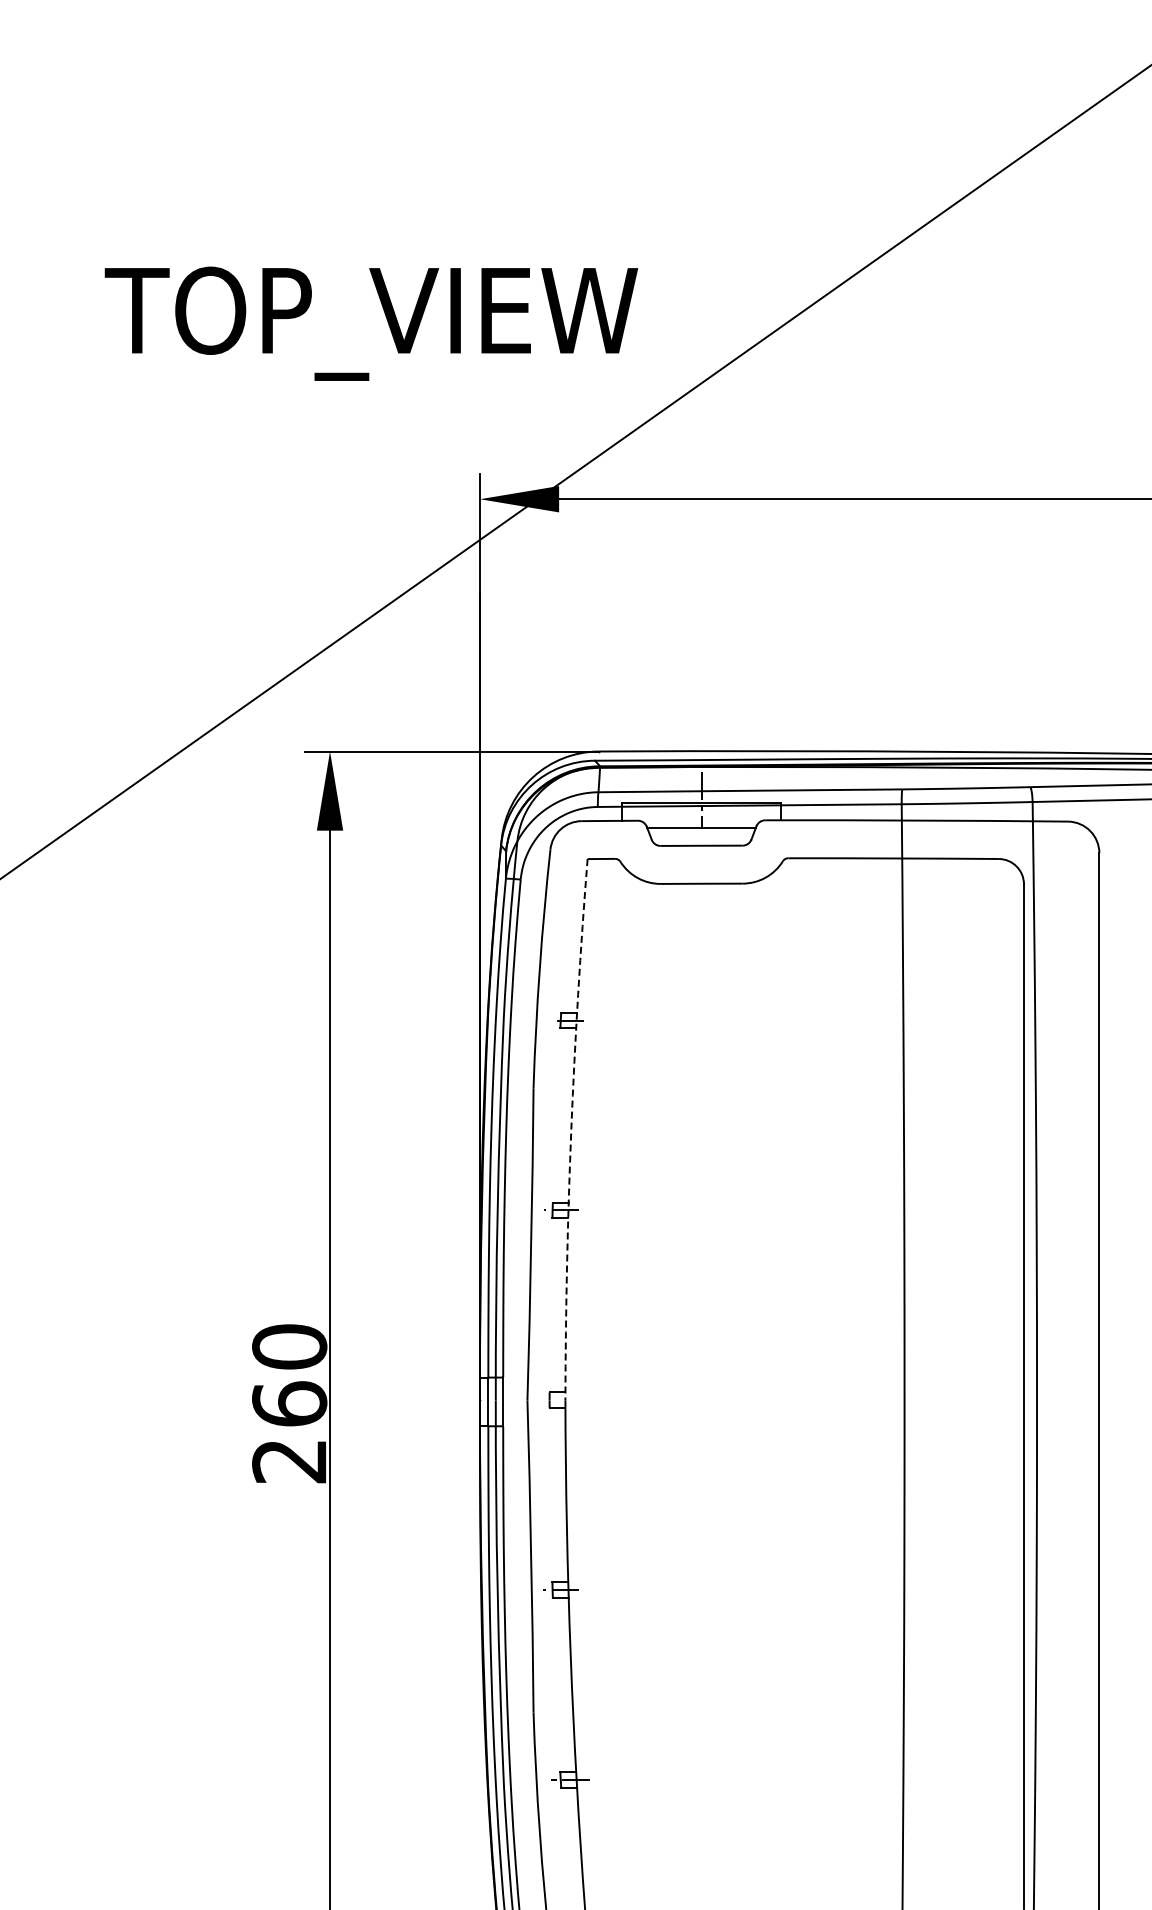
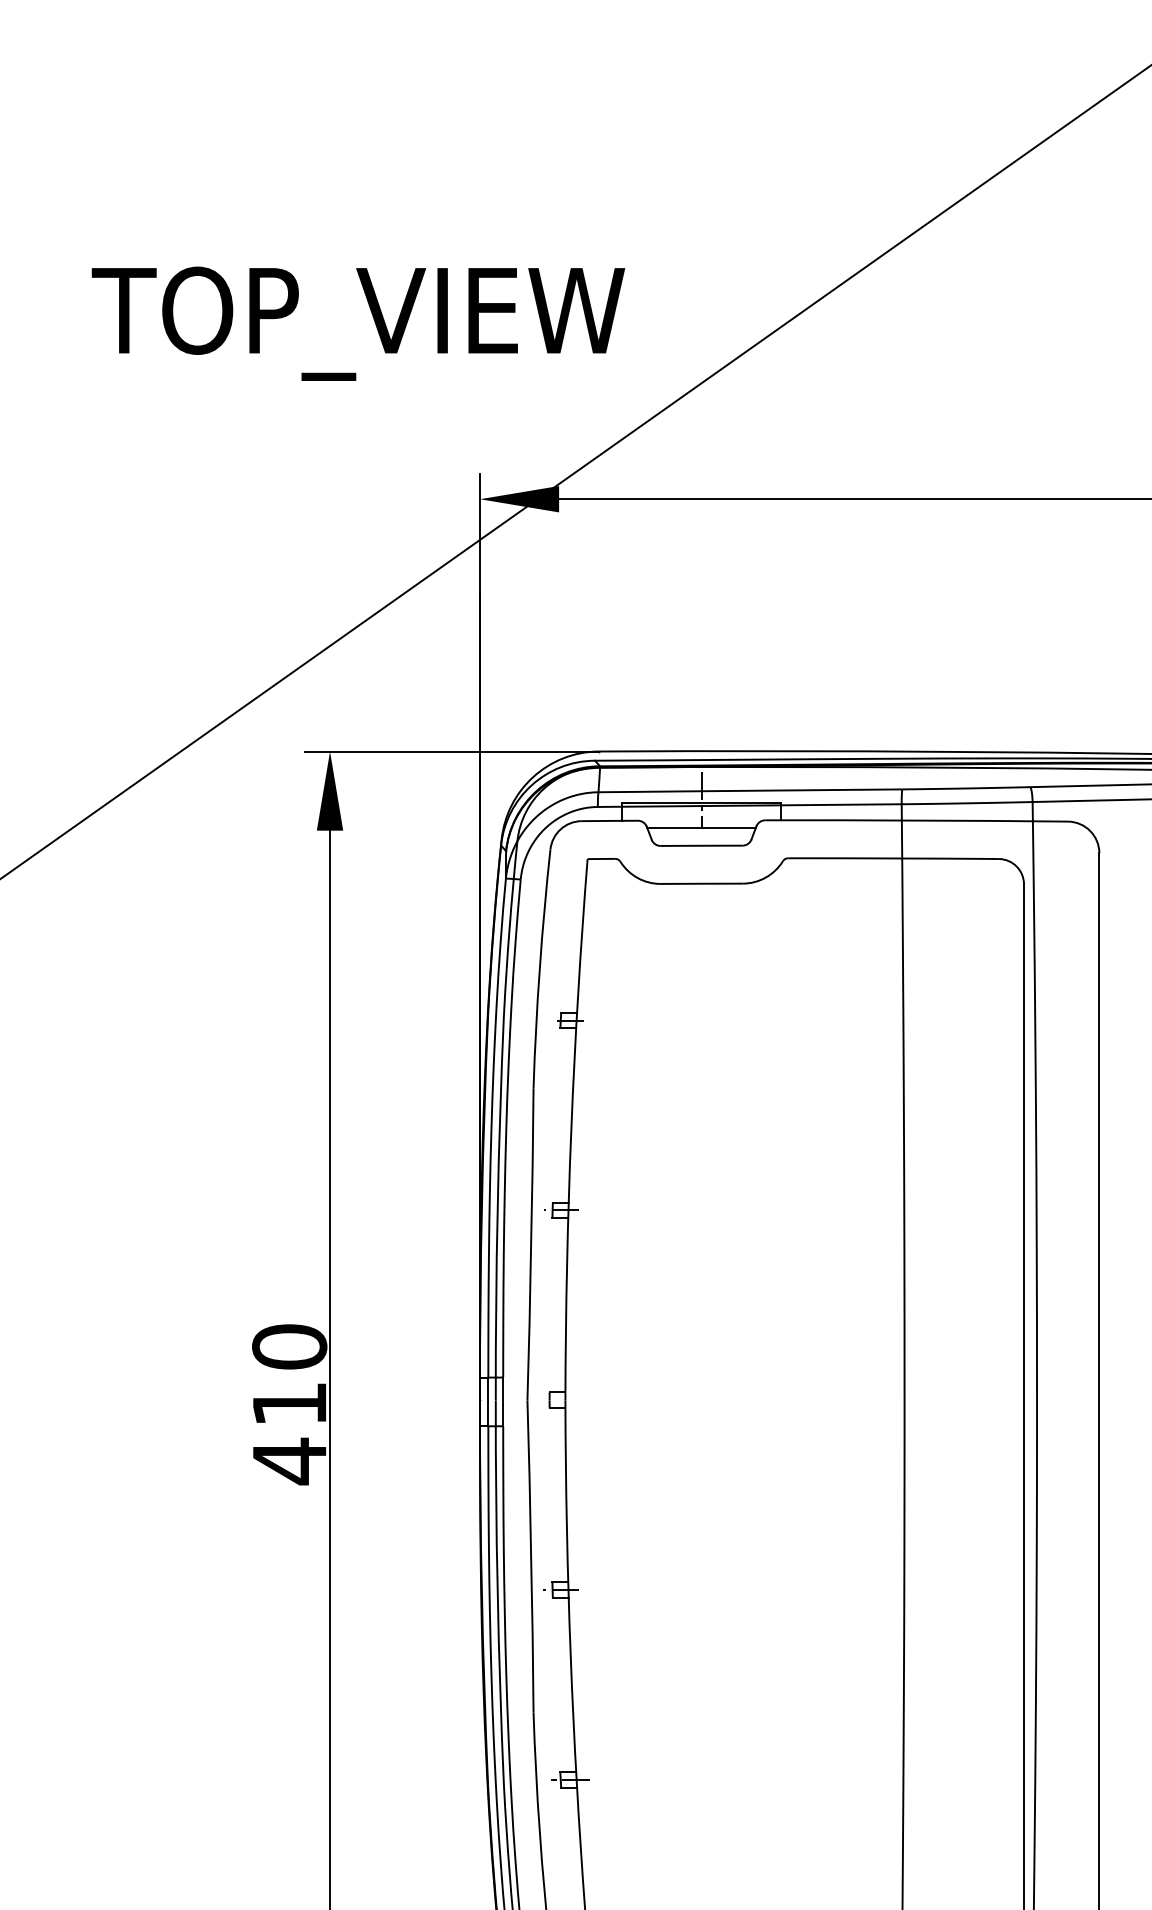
text at (371, 323) position: (371, 323) -> (358, 323)
arc at (571, 1129): dashed -> solid
text at (289, 1433): 260 -> 410
